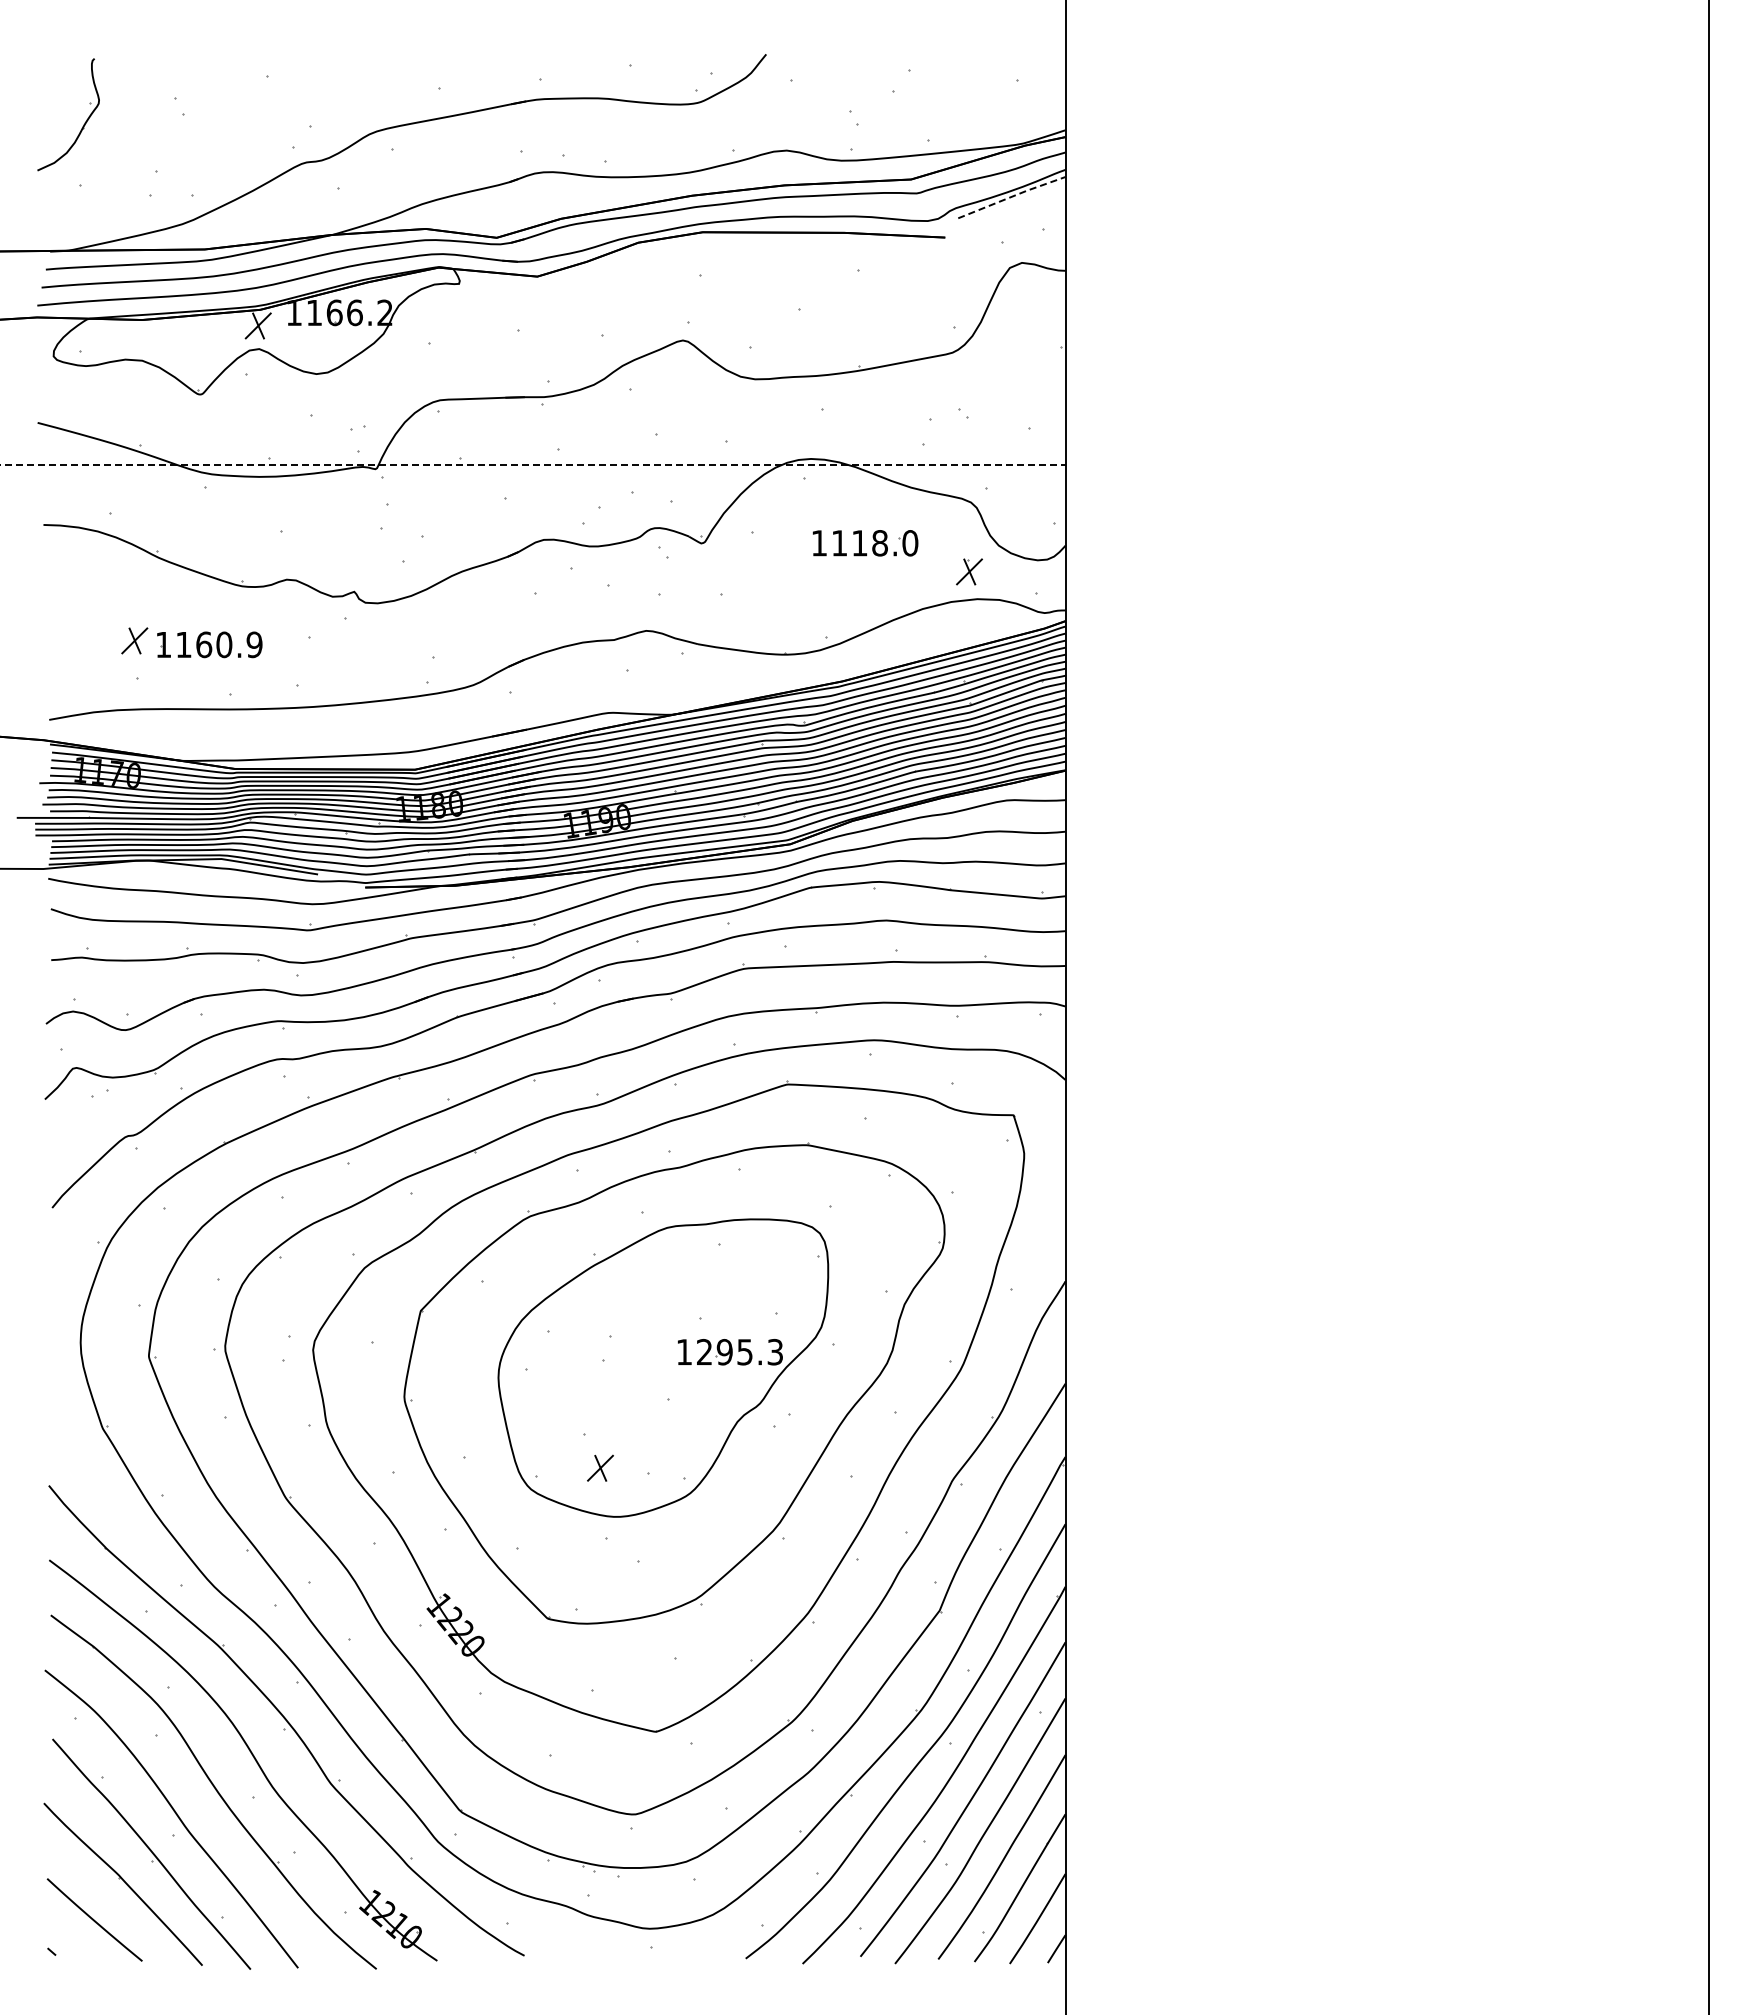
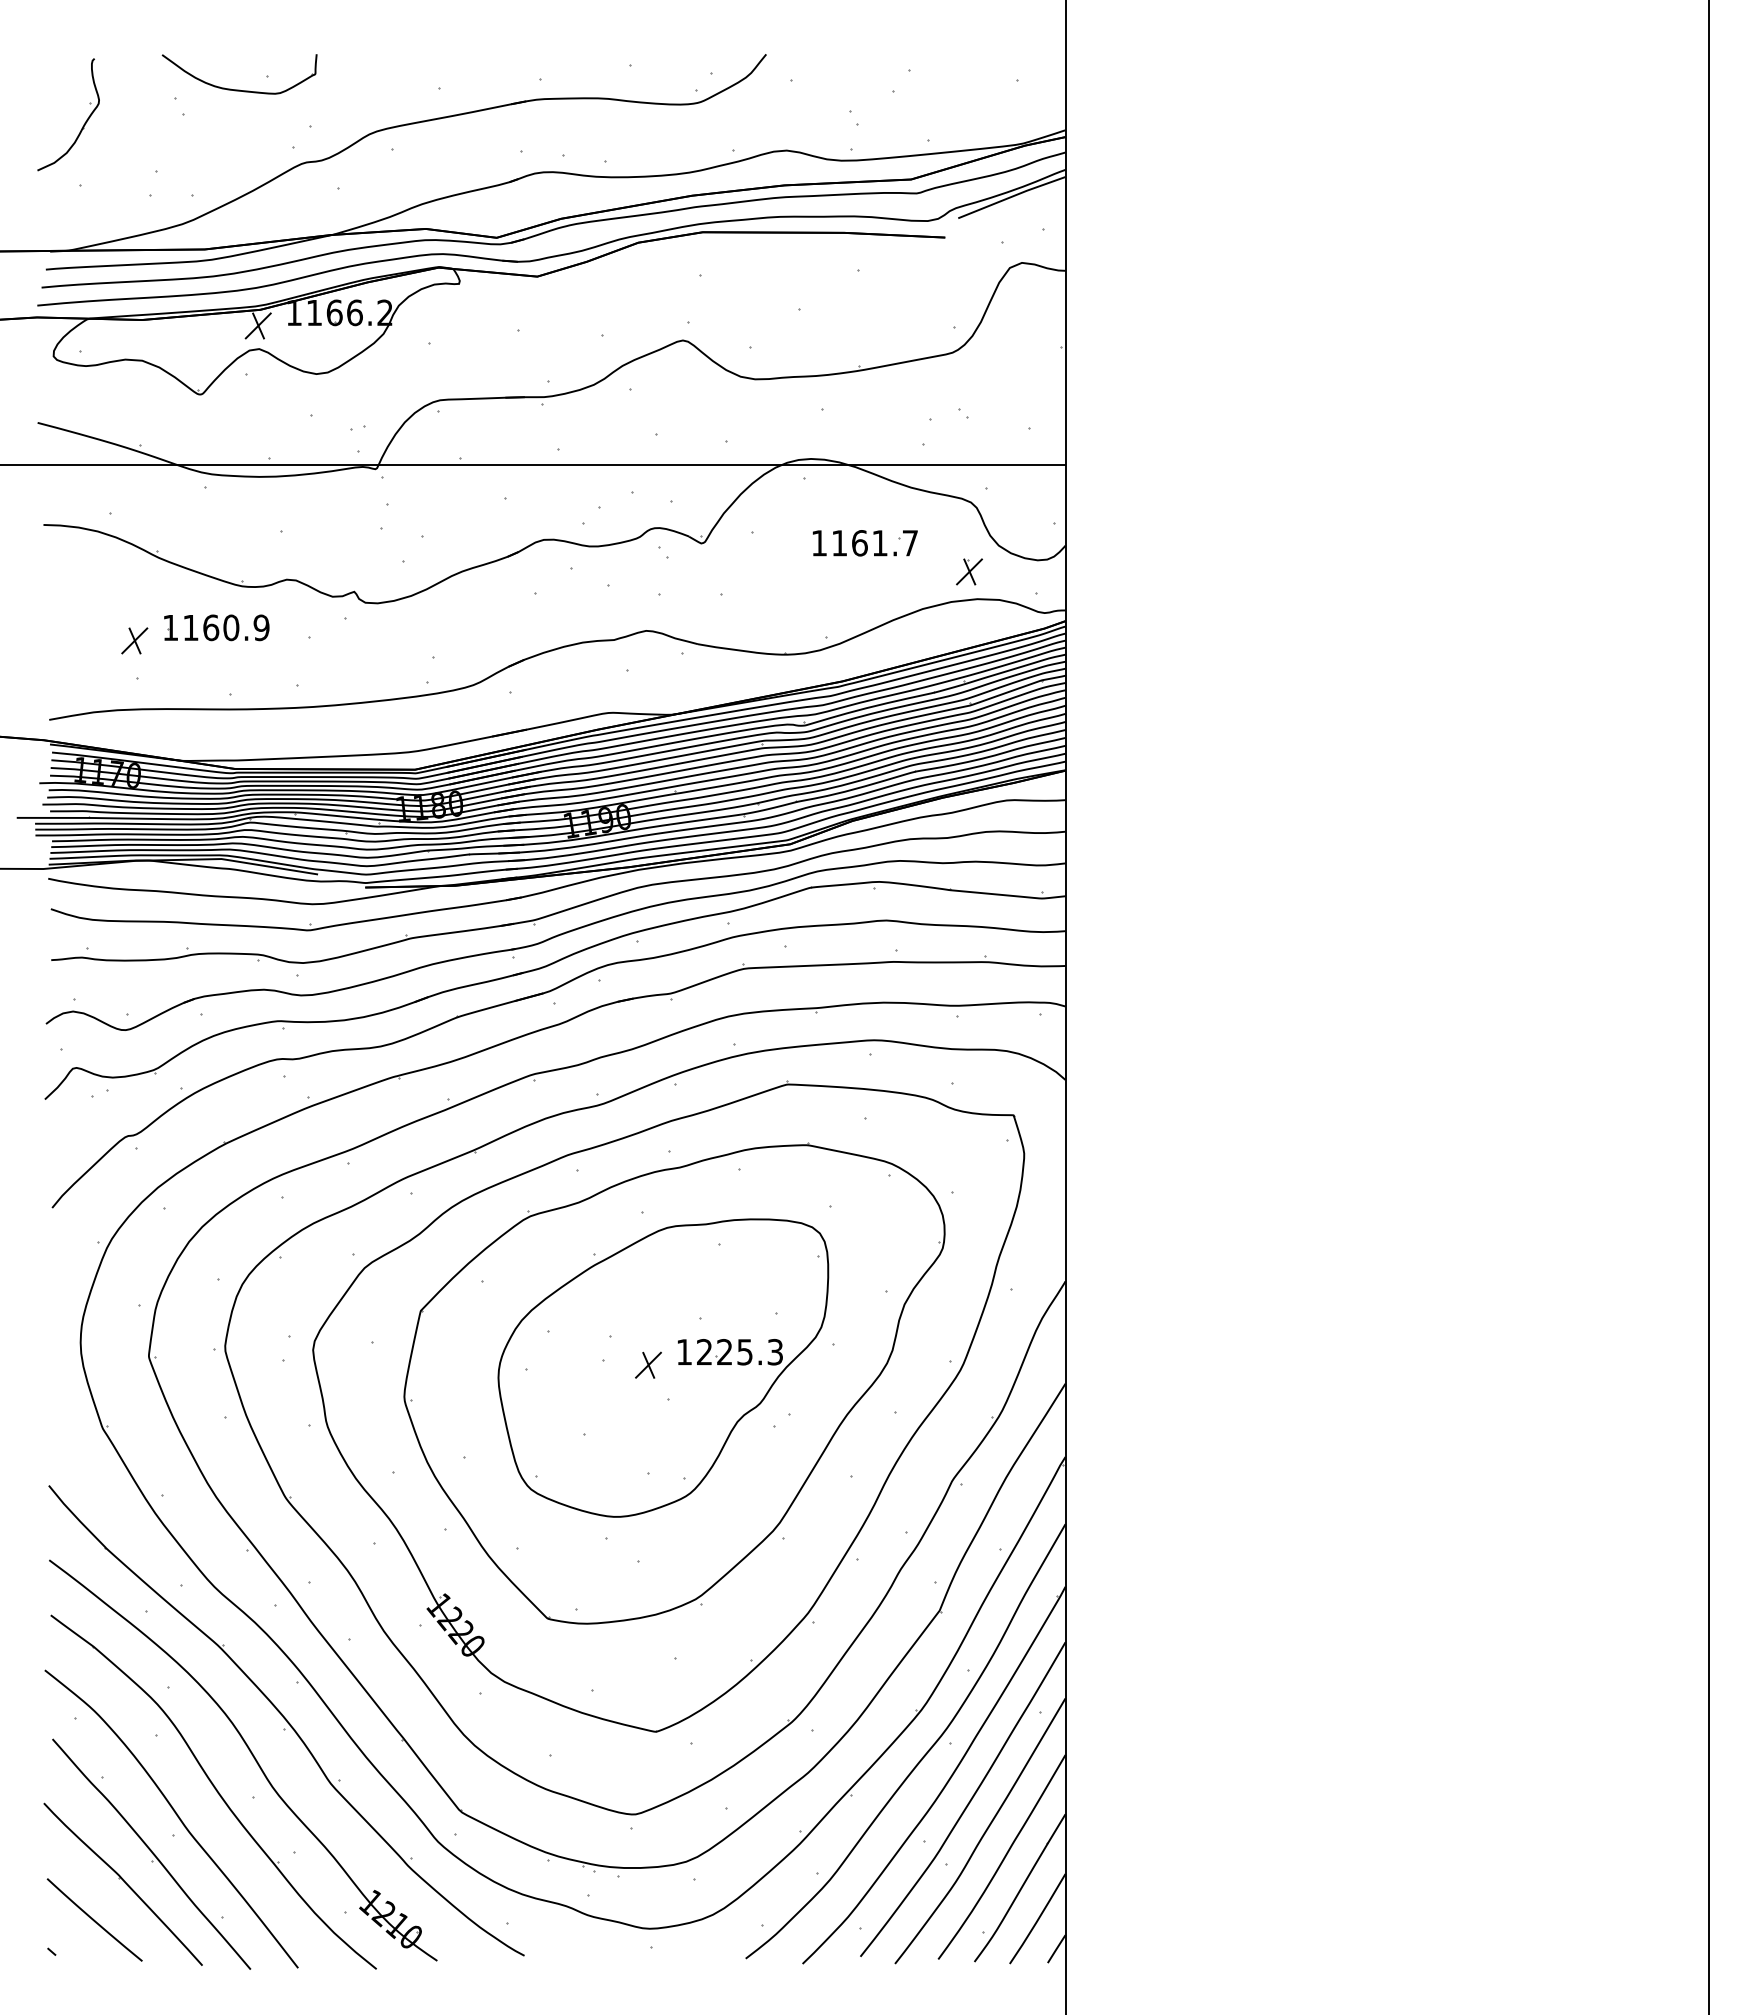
part at (239, 89): none -> present
line at (1012, 196): dashed -> solid
line at (533, 465): dashed -> solid
text at (885, 543): 1118.0 -> 1161.7
part at (209, 644) position: (209, 644) -> (216, 627)
text at (724, 1352): 1295.3 -> 1225.3
part at (600, 1467) position: (600, 1467) -> (648, 1364)
